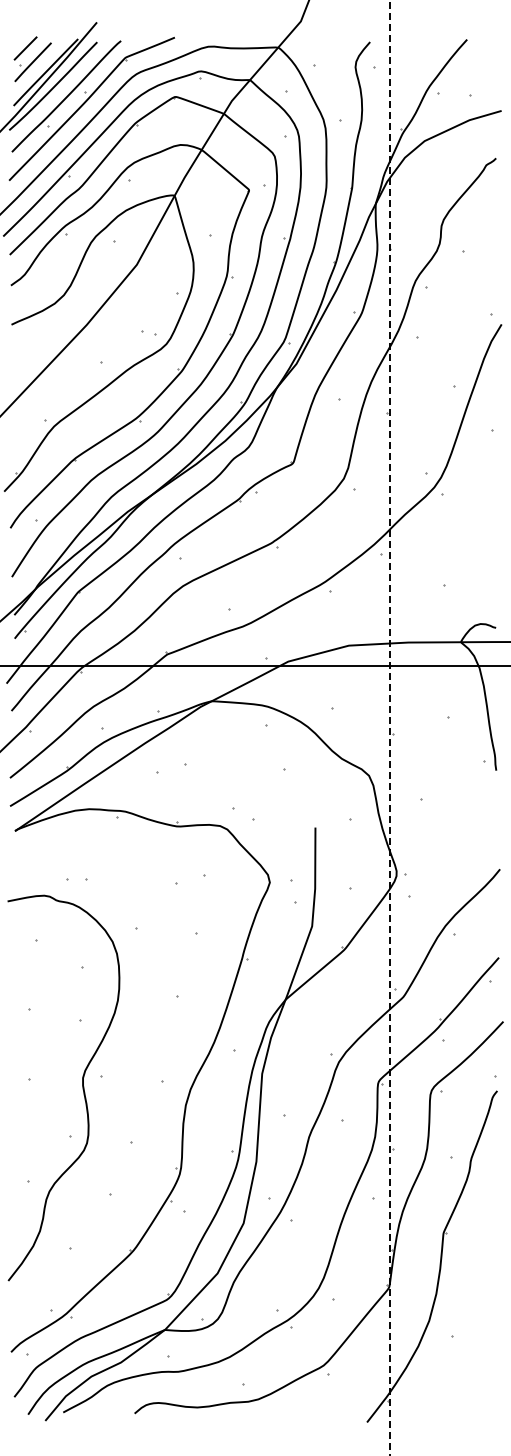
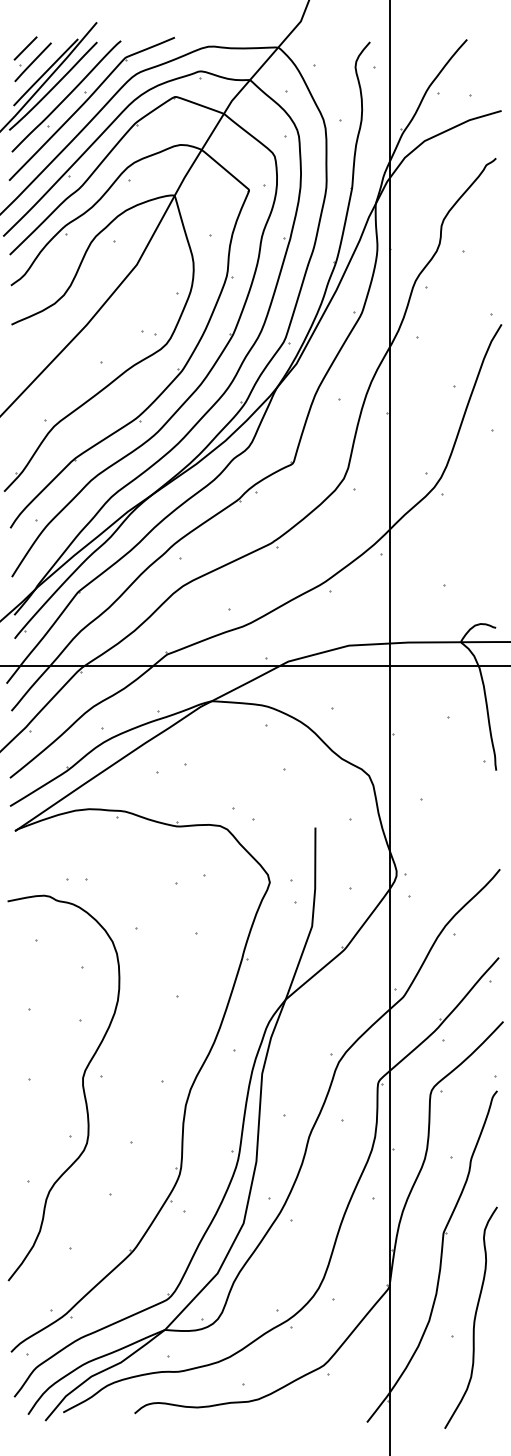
line at (389, 728): dashed -> solid
curve at (473, 1319): none -> present
